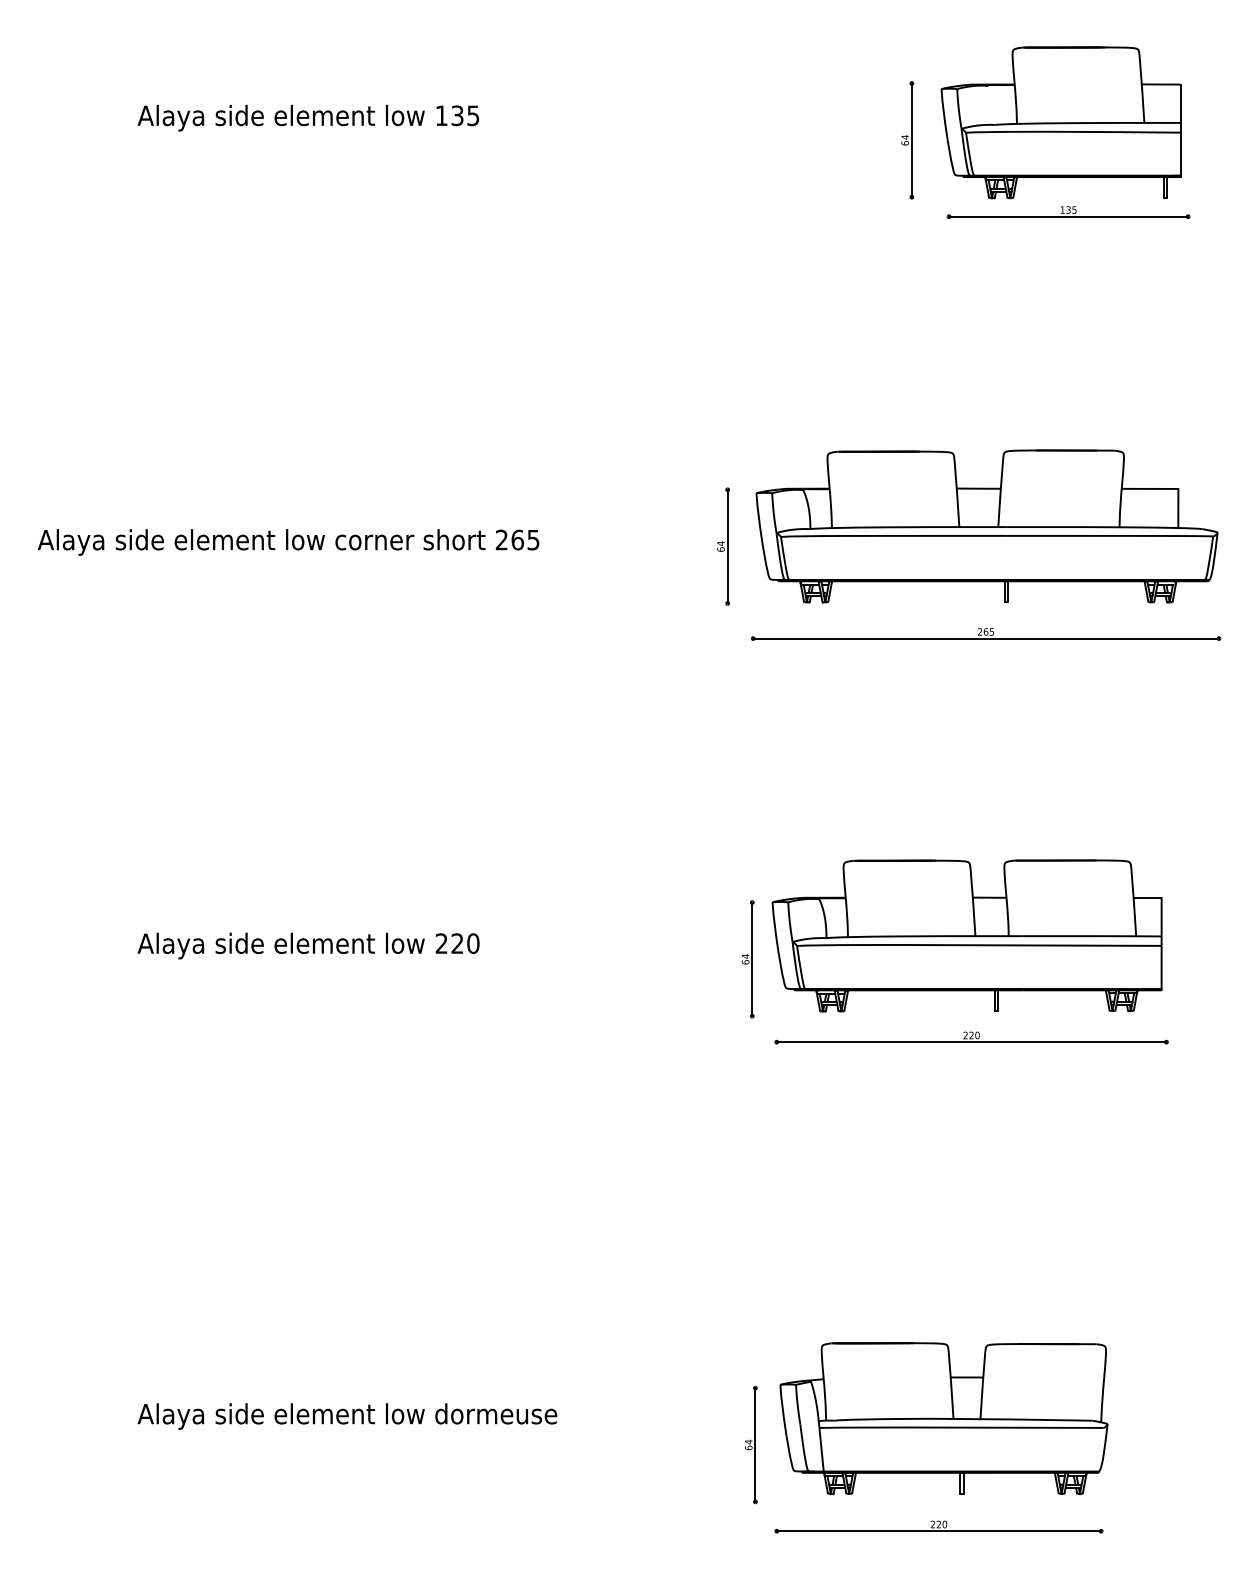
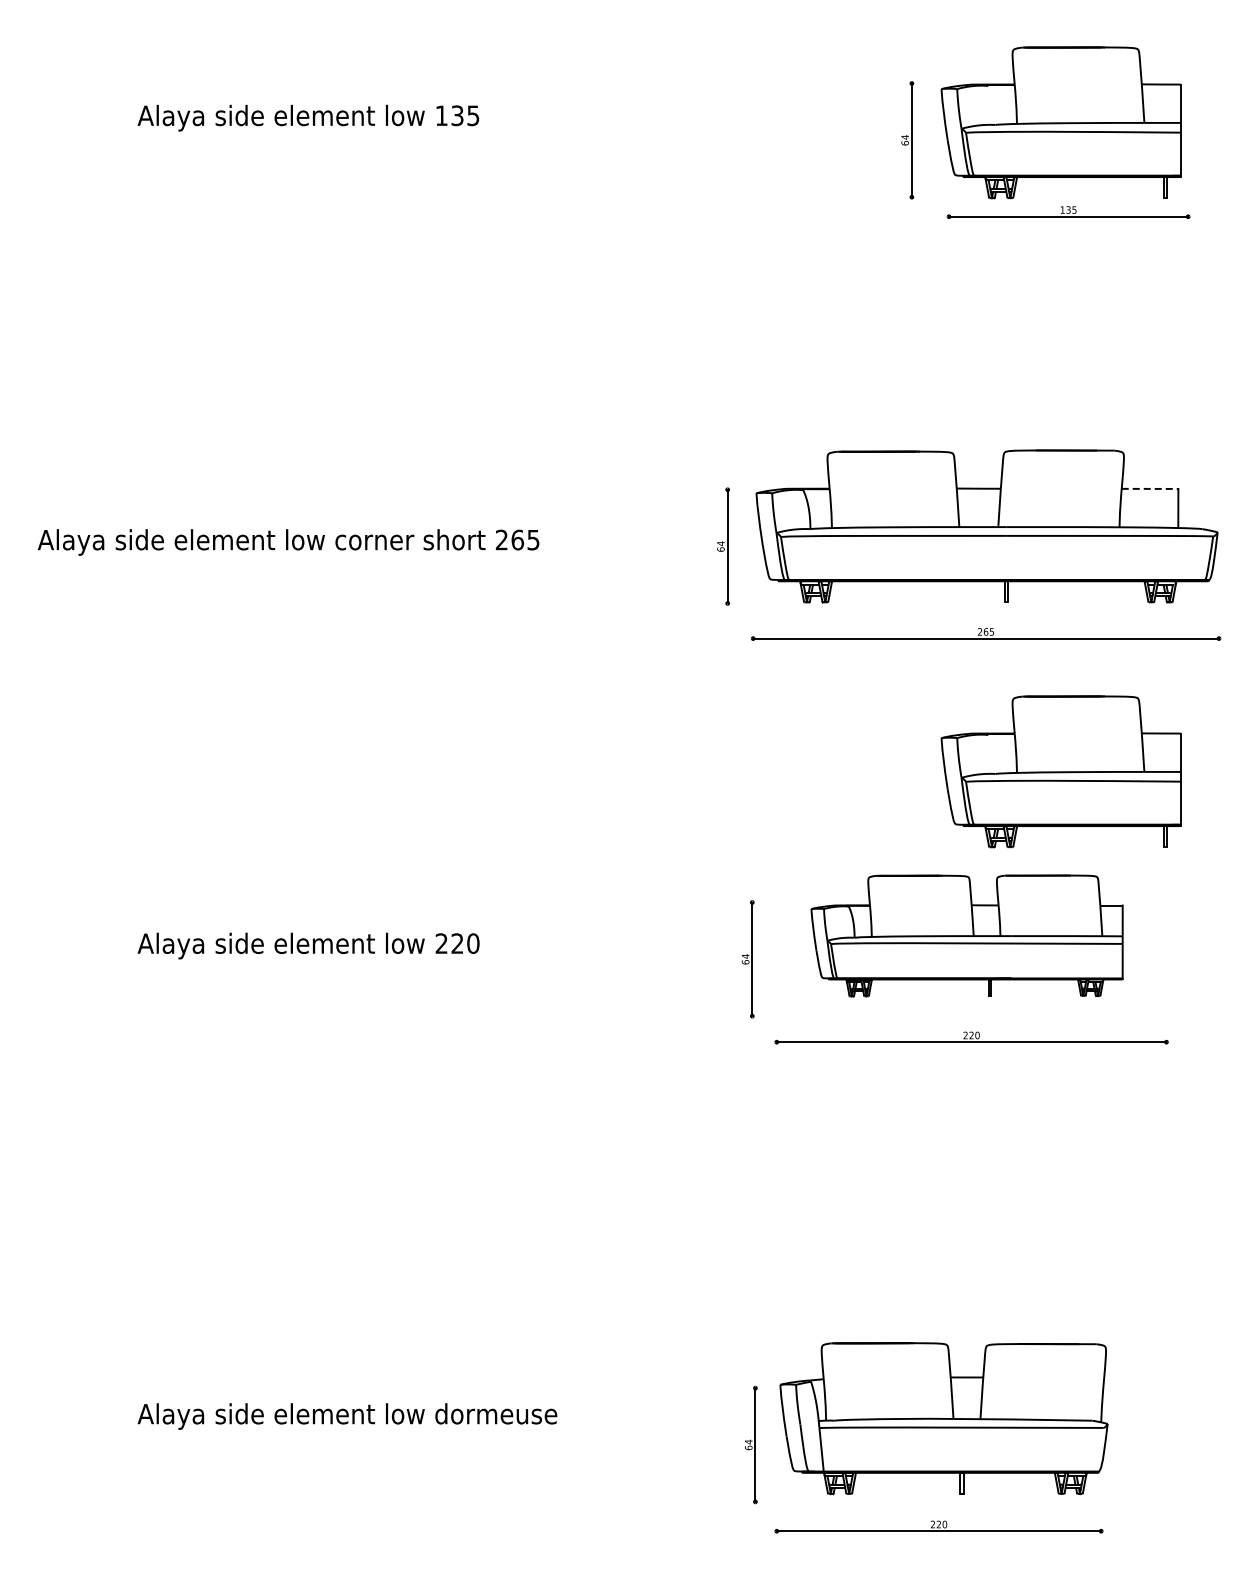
line at (1150, 488): solid -> dashed
part at (1060, 771): none -> present
part at (966, 935) size: 392x154 px -> 314x124 px
